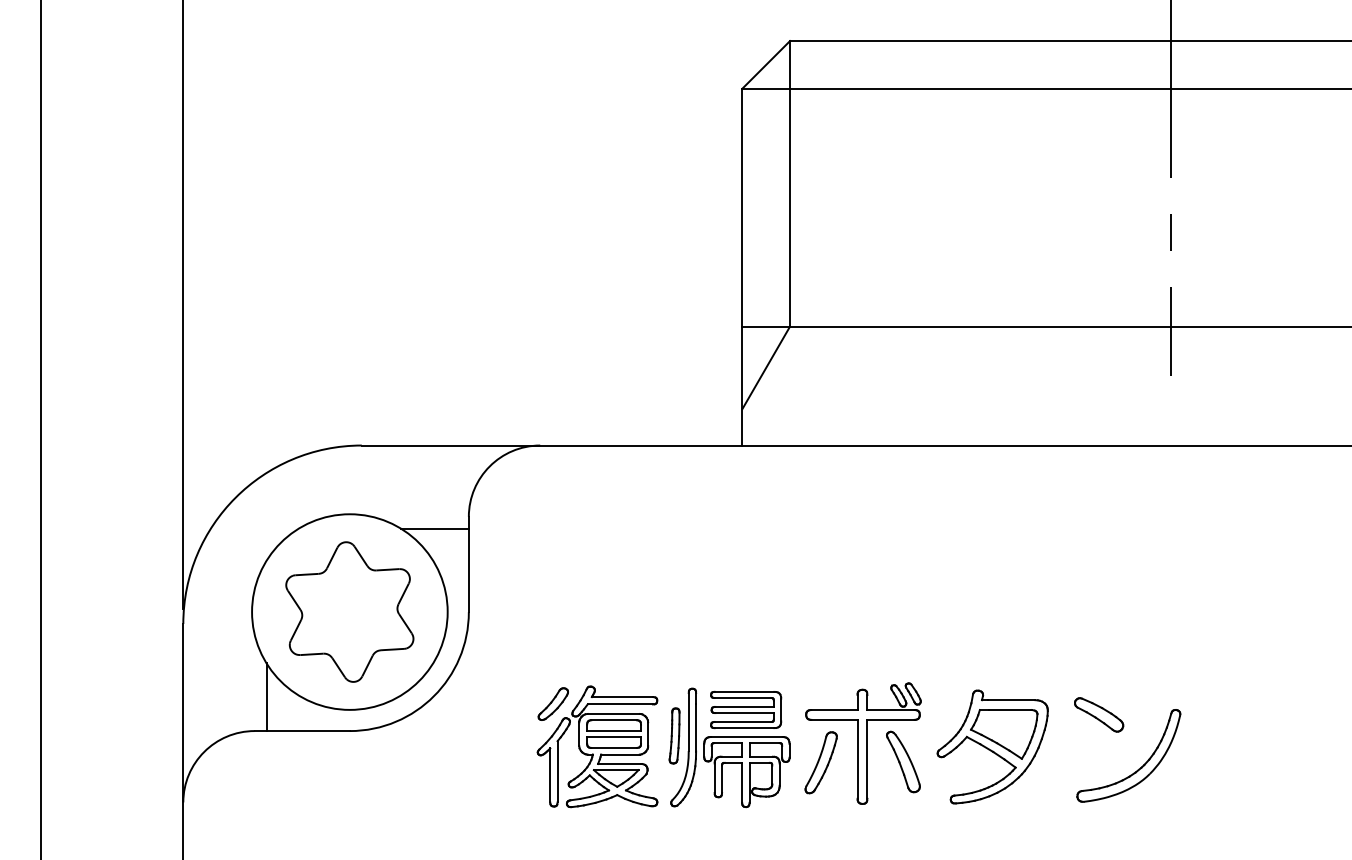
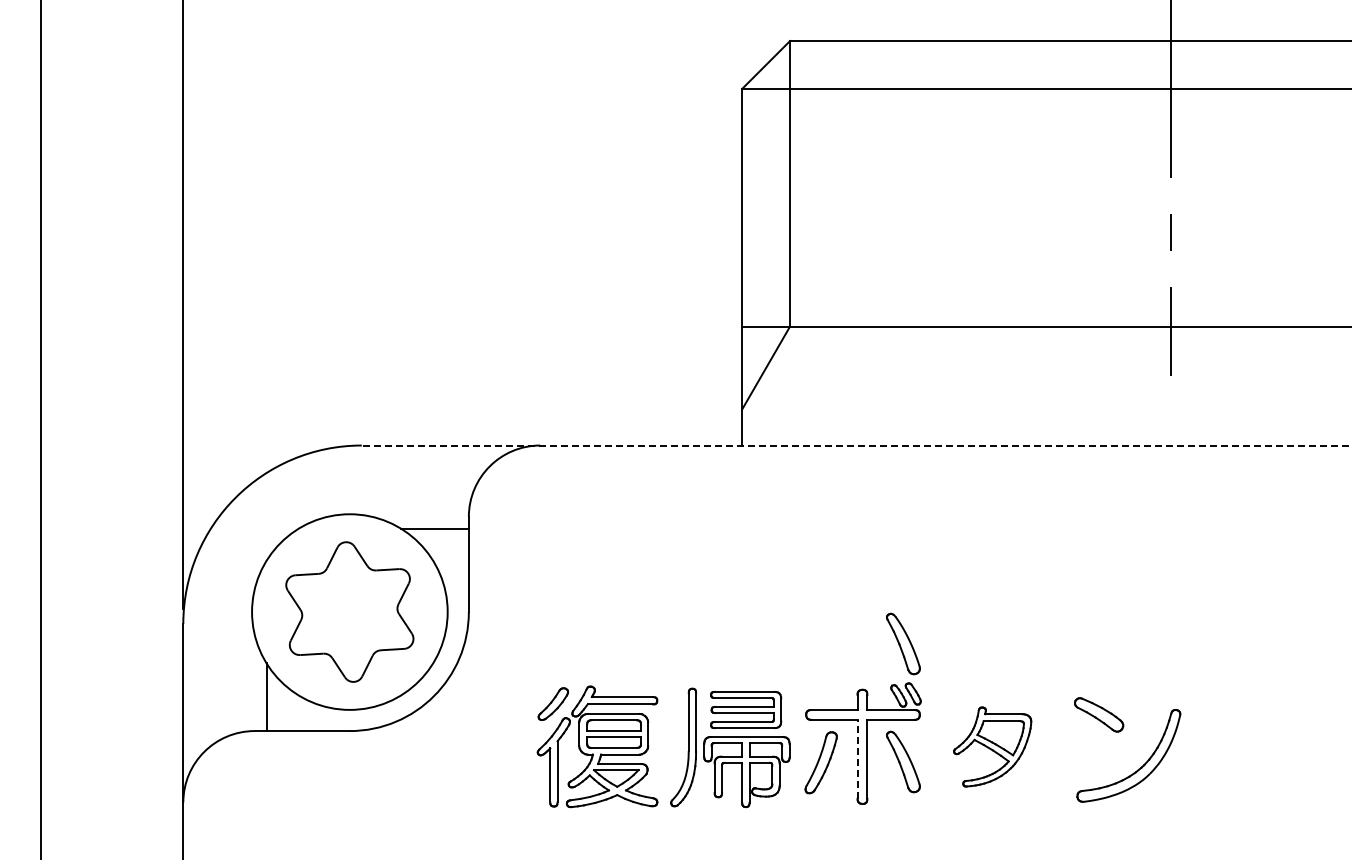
line at (856, 445): solid -> dashed
part at (903, 643): none -> present
part at (674, 735): present -> none
part at (992, 746) size: 113x116 px -> 80x82 px
line at (857, 758): solid -> dashed
